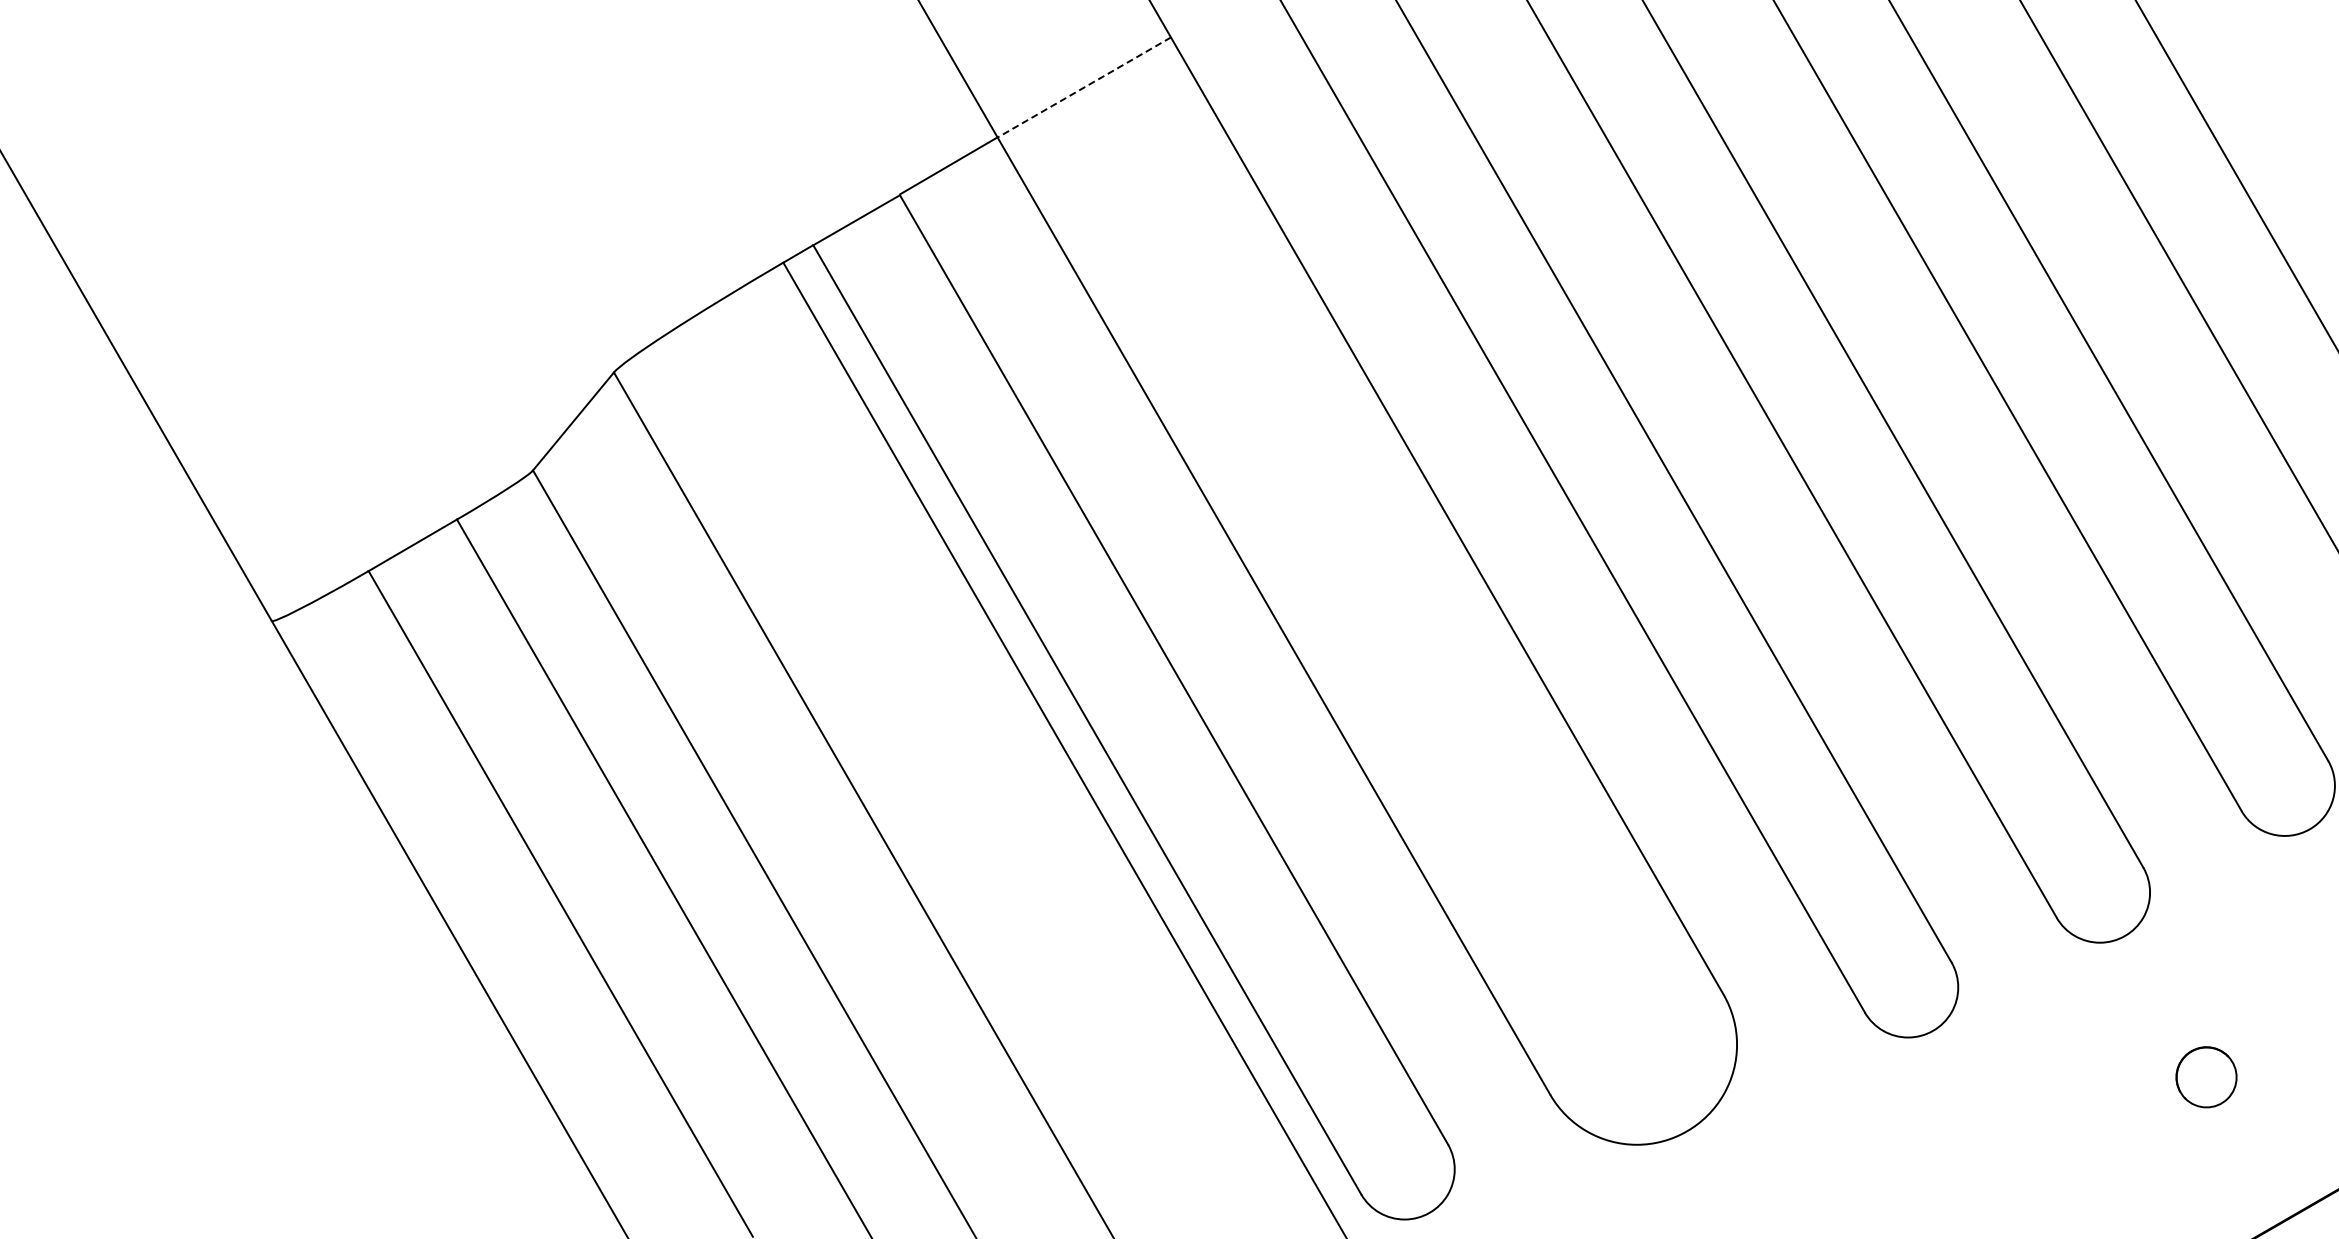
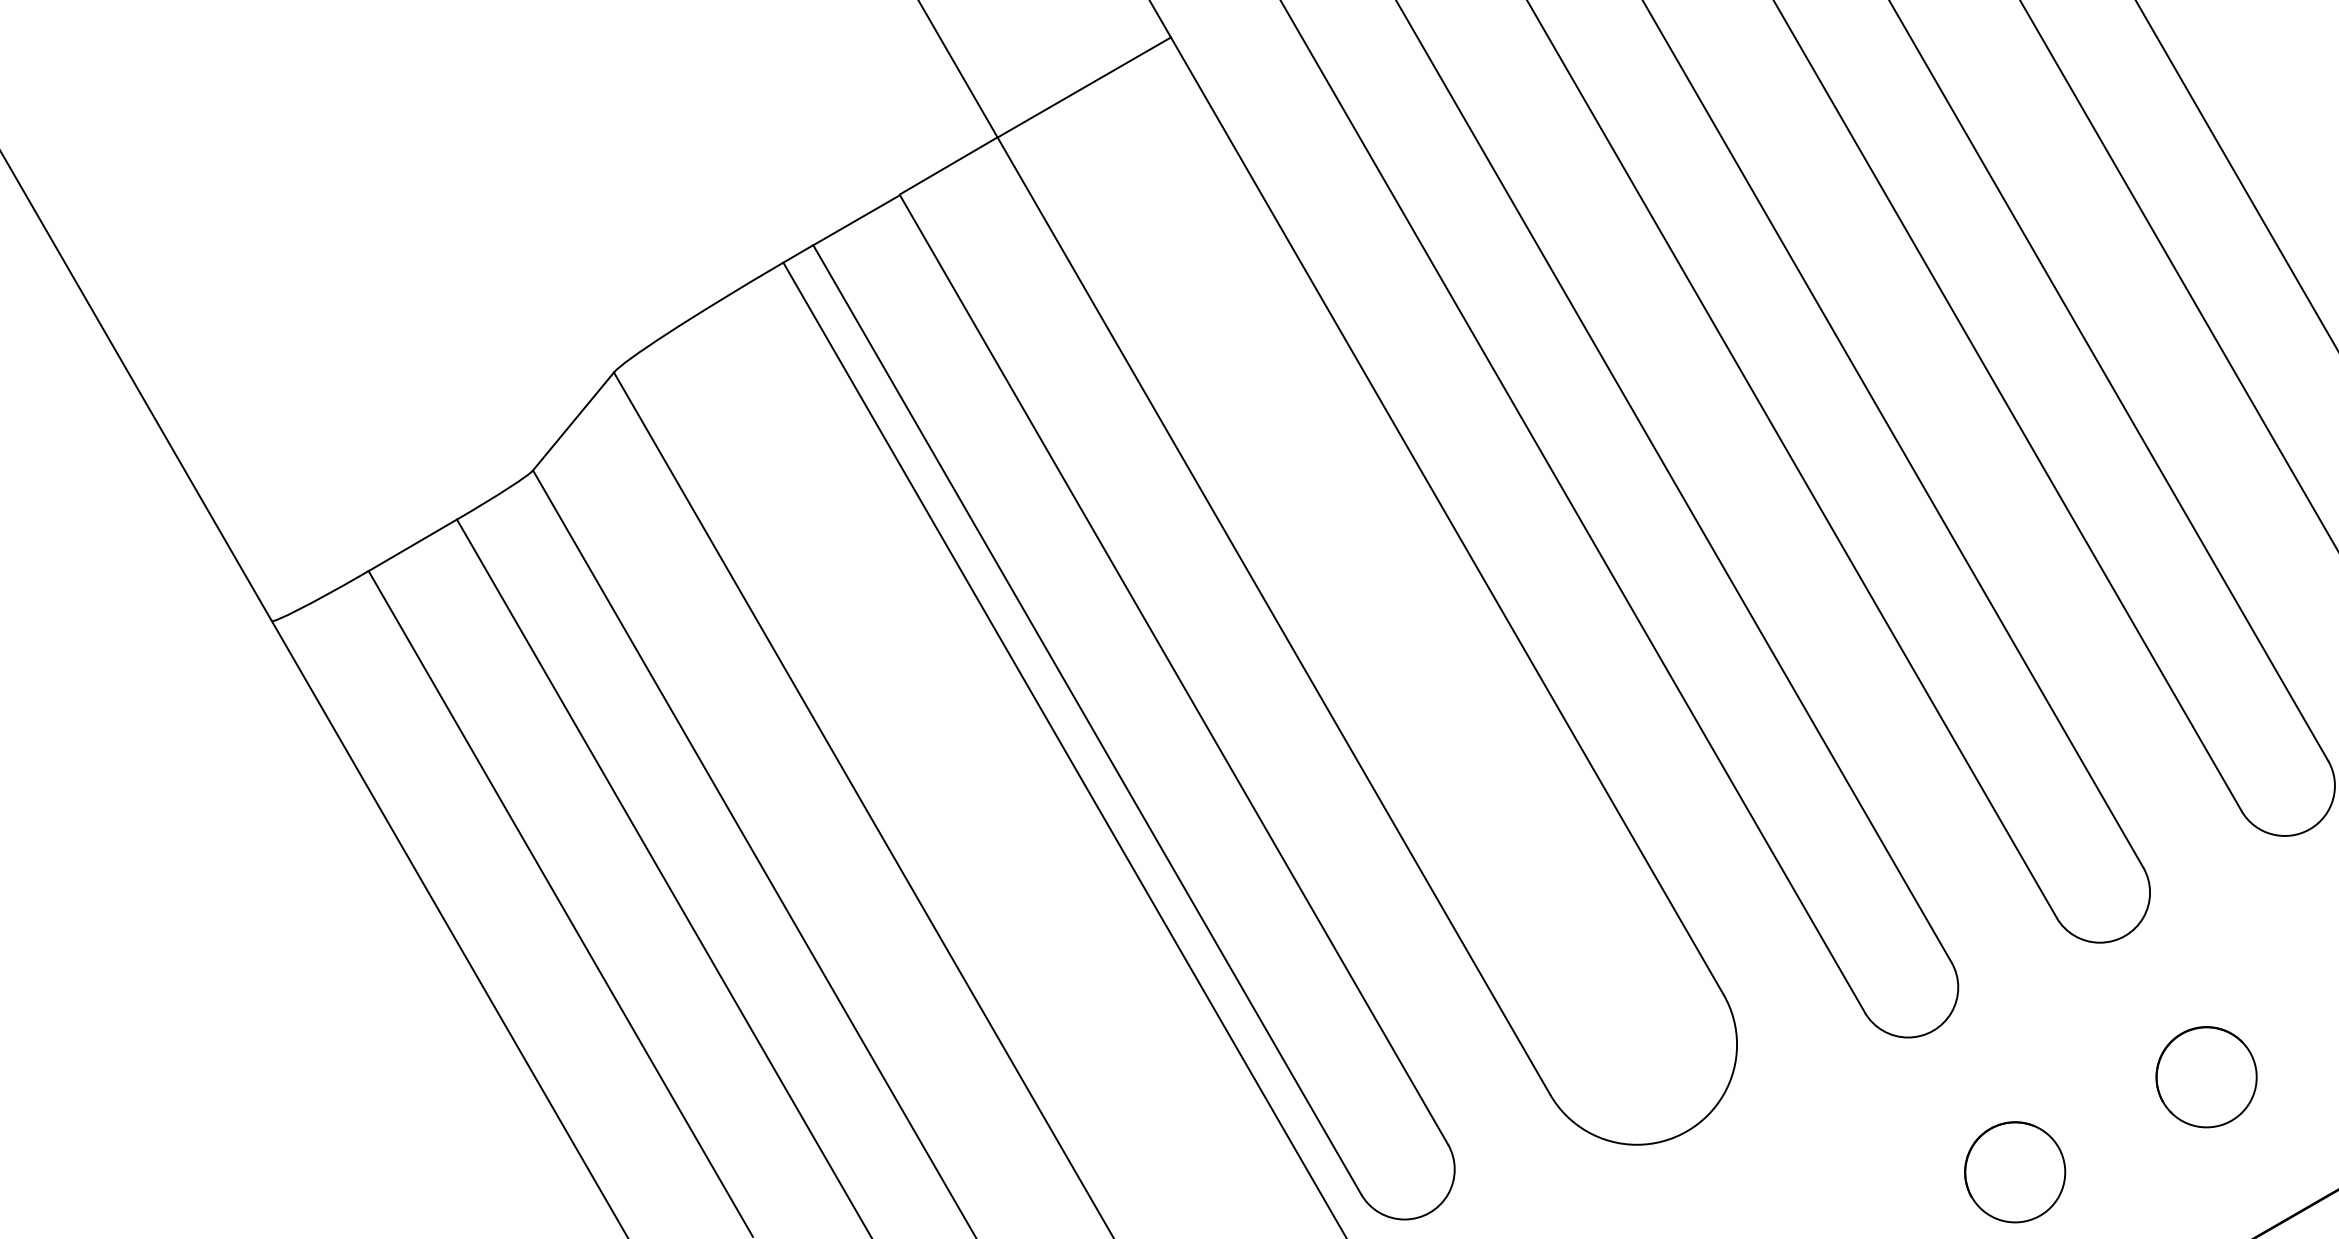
line at (1083, 87): dashed -> solid
part at (2206, 1077) size: 63x63 px -> 103x103 px
part at (2015, 1172): none -> present
